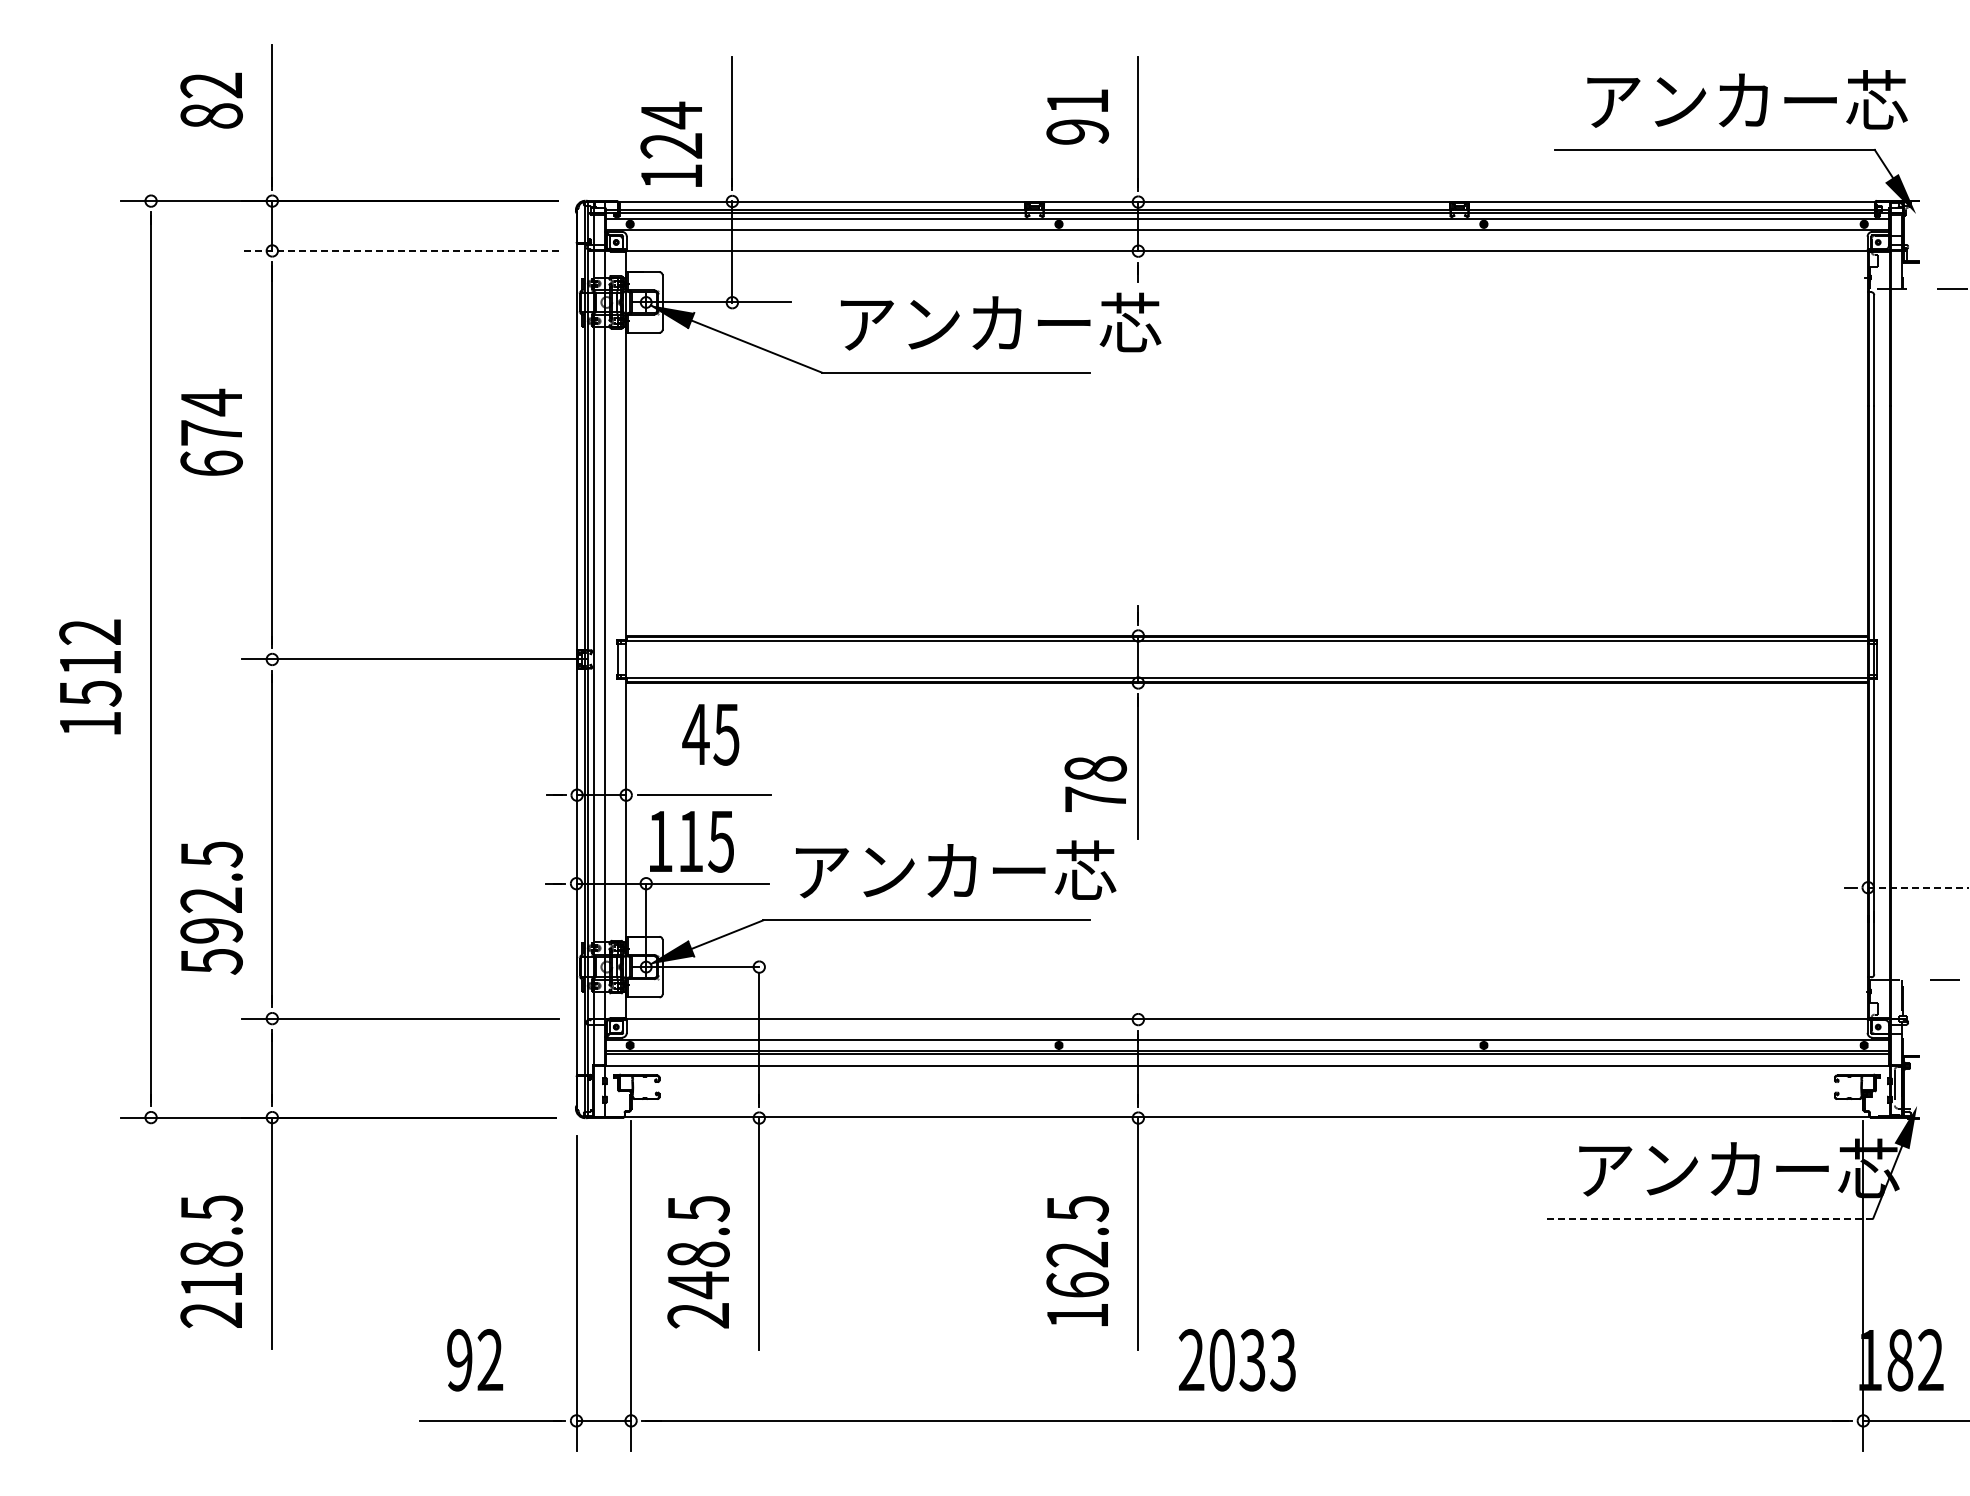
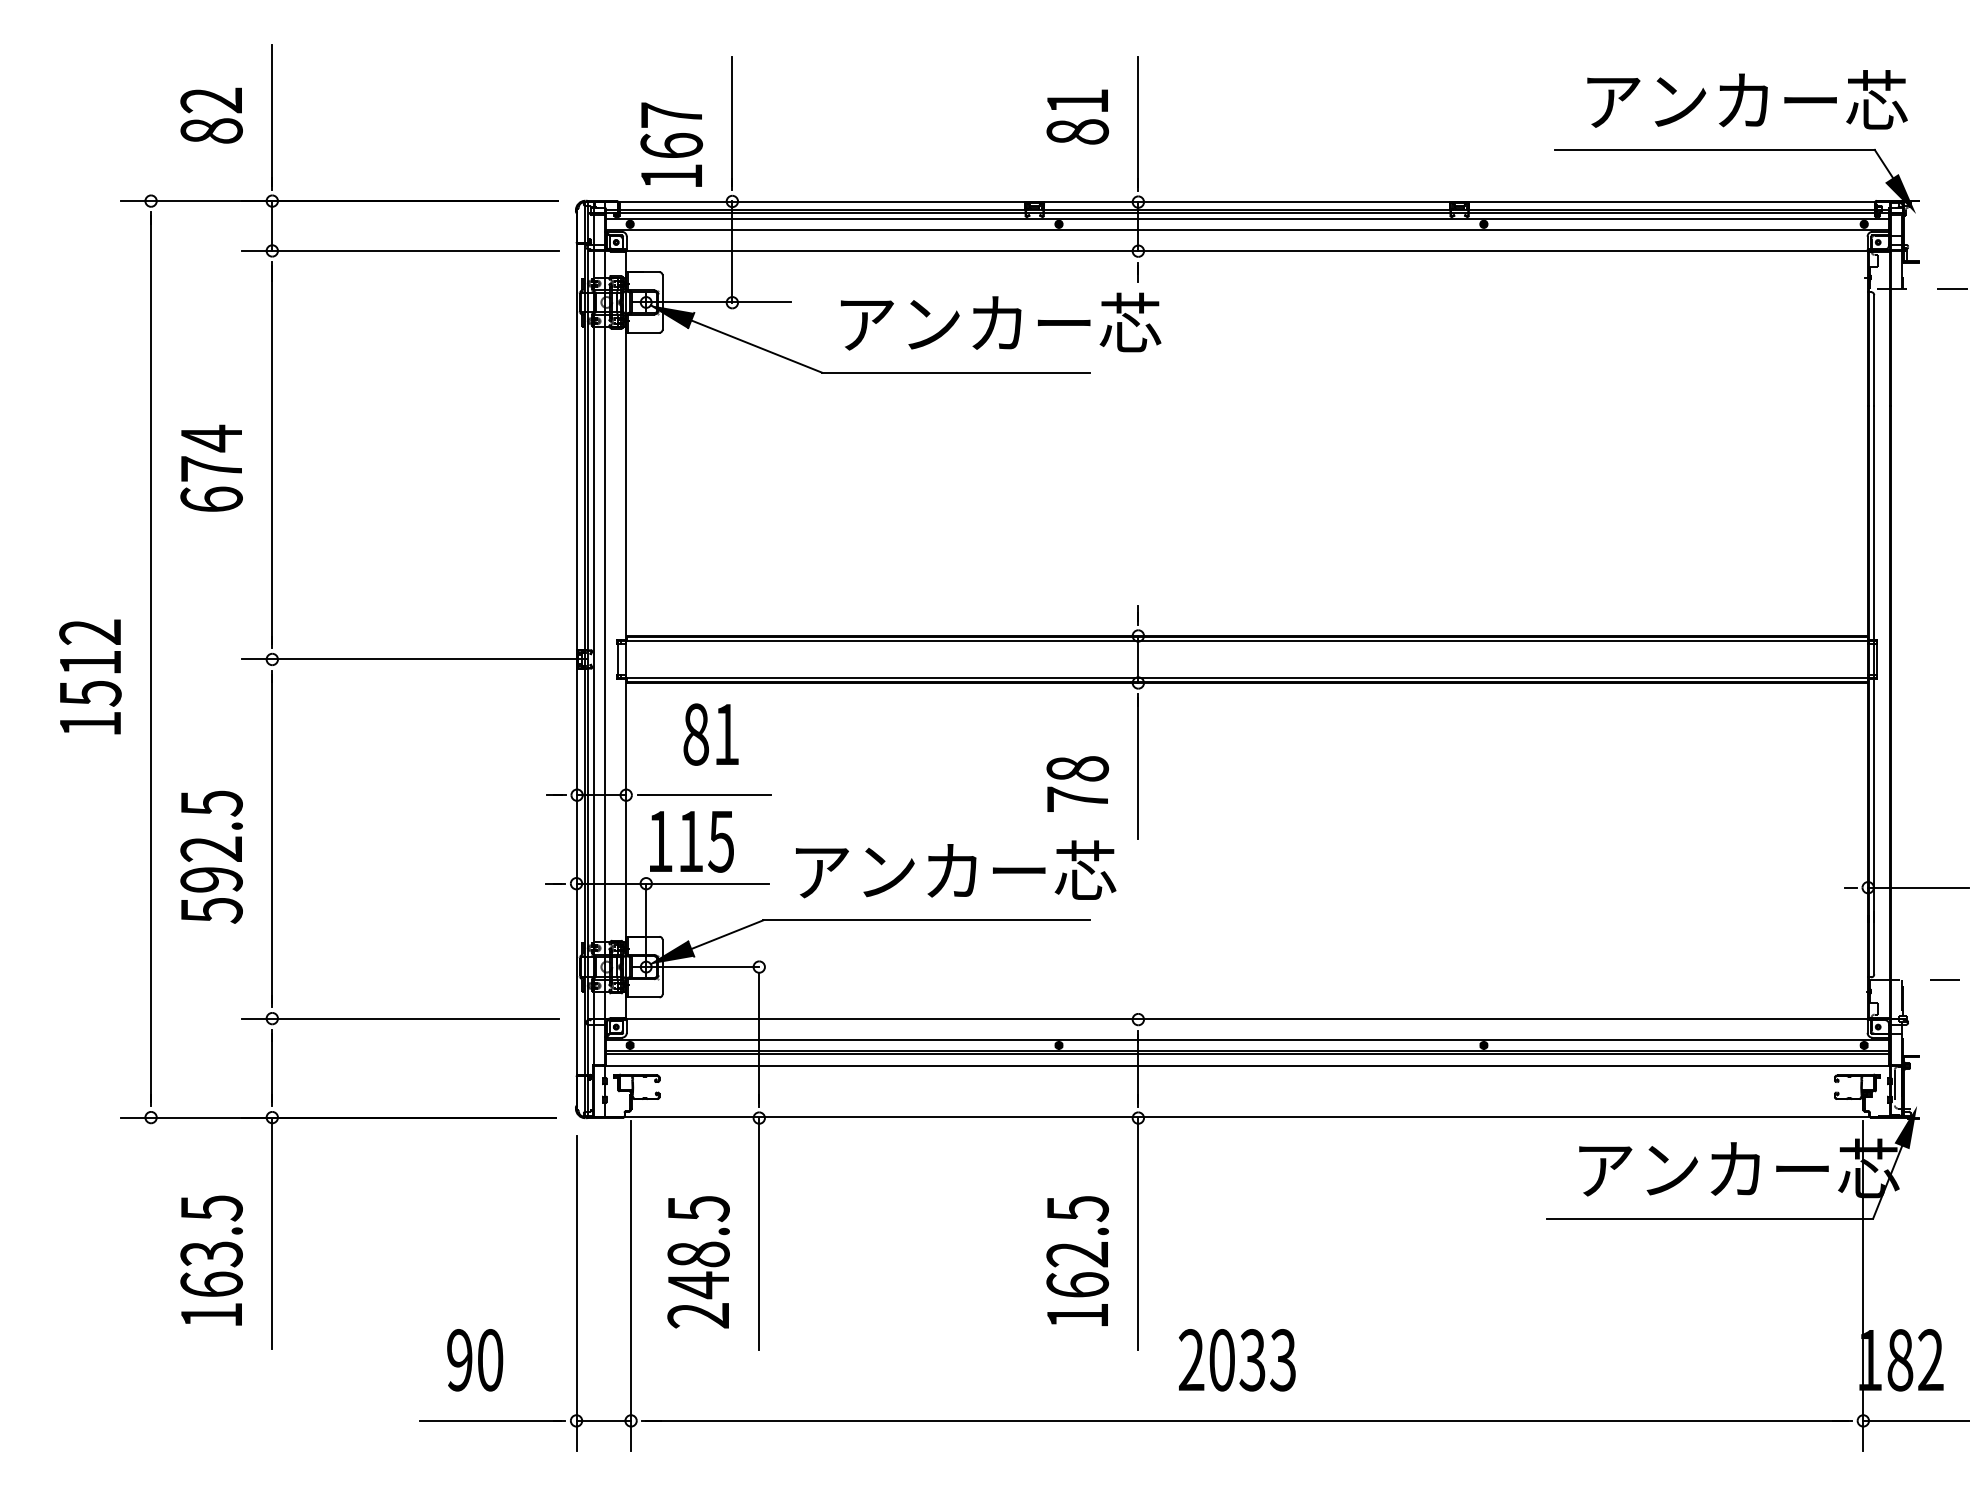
text at (211, 100) position: (211, 100) -> (211, 115)
text at (671, 129): 124 -> 167
text at (1077, 131): 91 -> 81
line at (399, 250): dashed -> solid
text at (211, 431) position: (211, 431) -> (211, 467)
text at (710, 734): 45 -> 81
text at (1095, 783) position: (1095, 783) -> (1077, 783)
line at (1918, 887): dashed -> solid
text at (211, 907) position: (211, 907) -> (211, 856)
line at (1710, 1218): dashed -> solid
text at (211, 1284): 218.5 -> 163.5
text at (490, 1360): 92 -> 90
